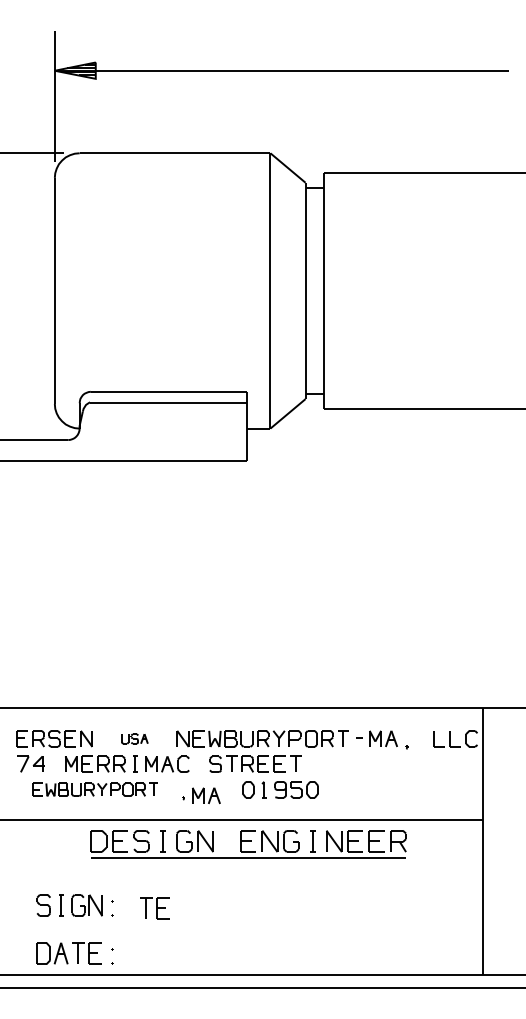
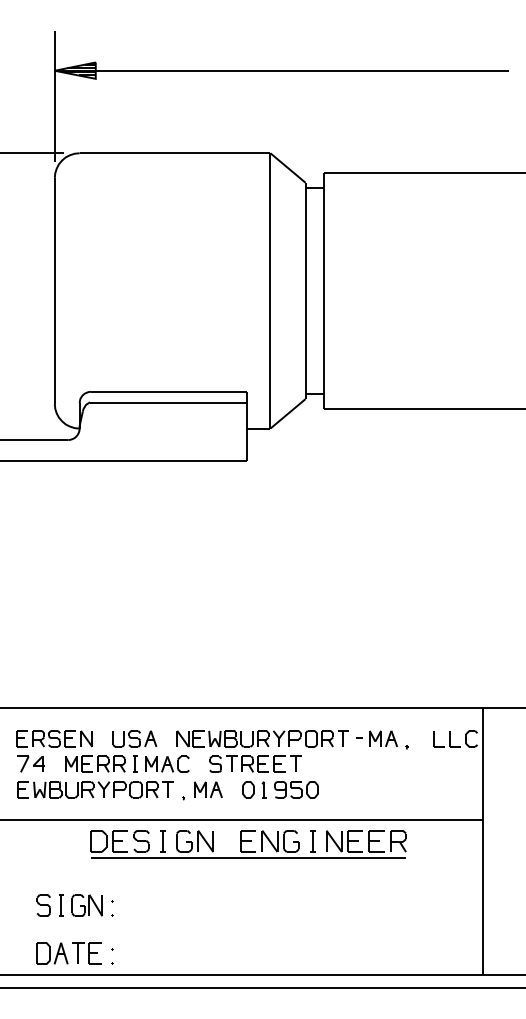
part at (134, 738) size: 28x12 px -> 46x18 px
part at (94, 789) size: 126x15 px -> 157x18 px
part at (206, 795) position: (206, 795) -> (208, 789)
part at (154, 908): present -> none
